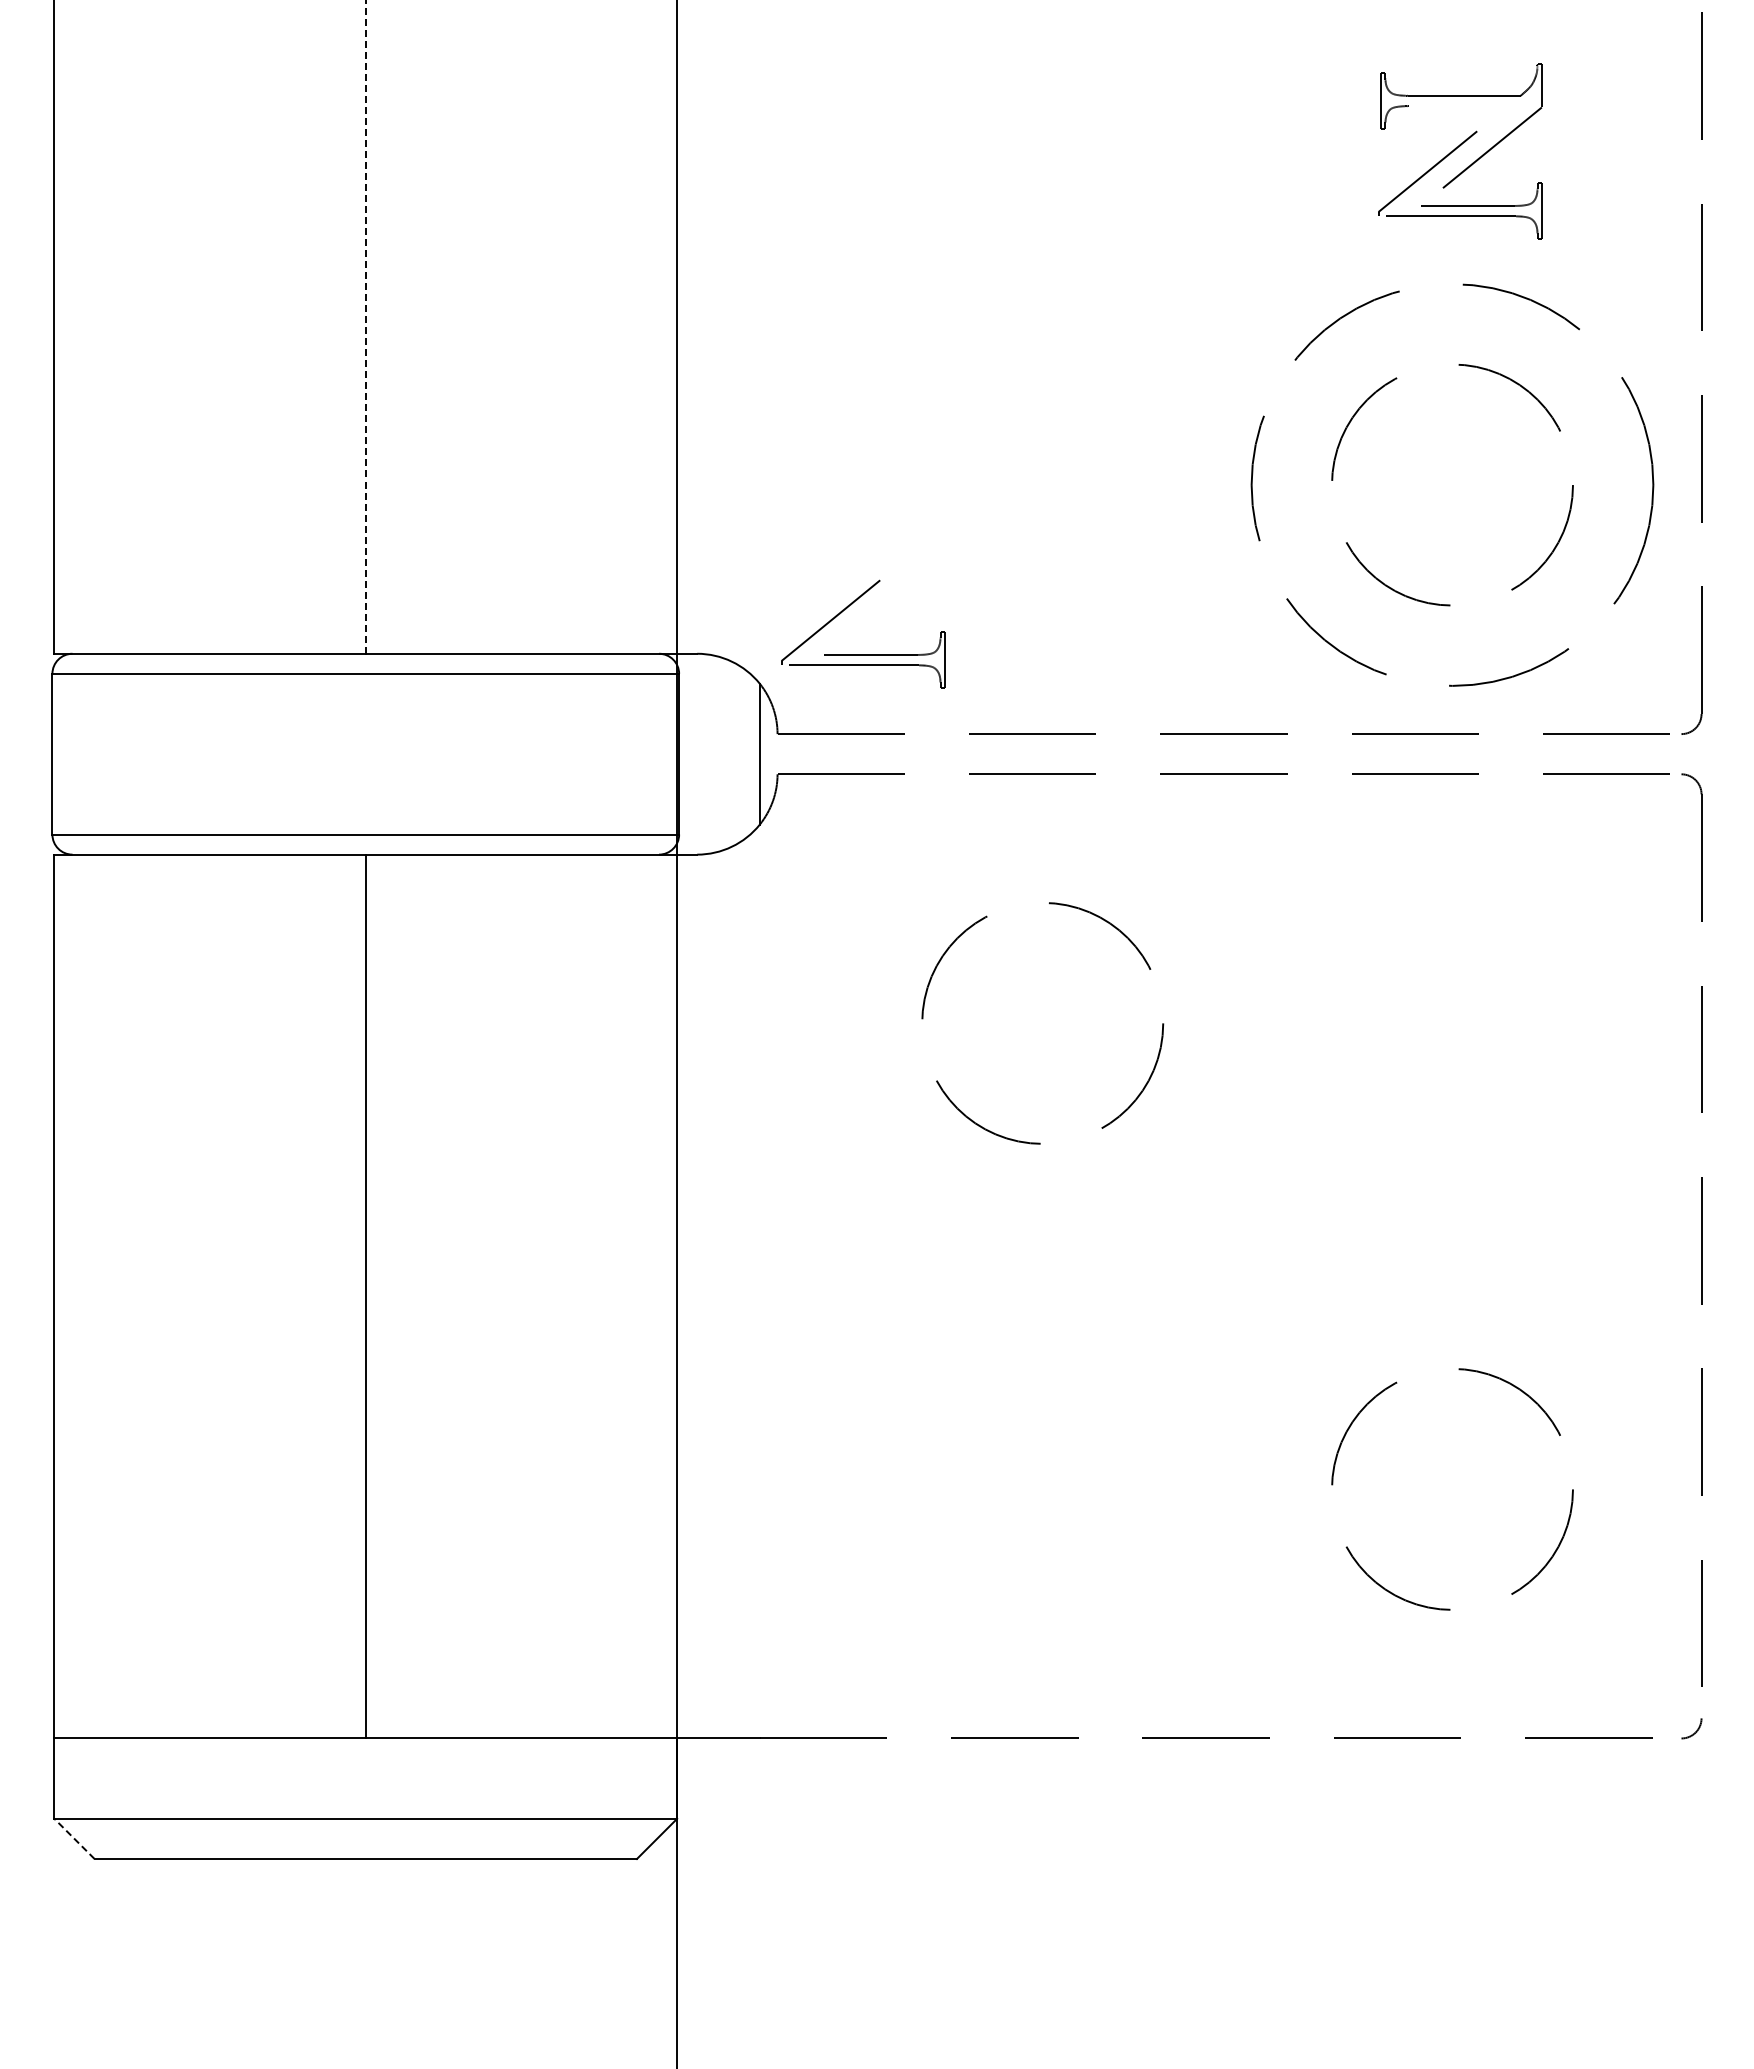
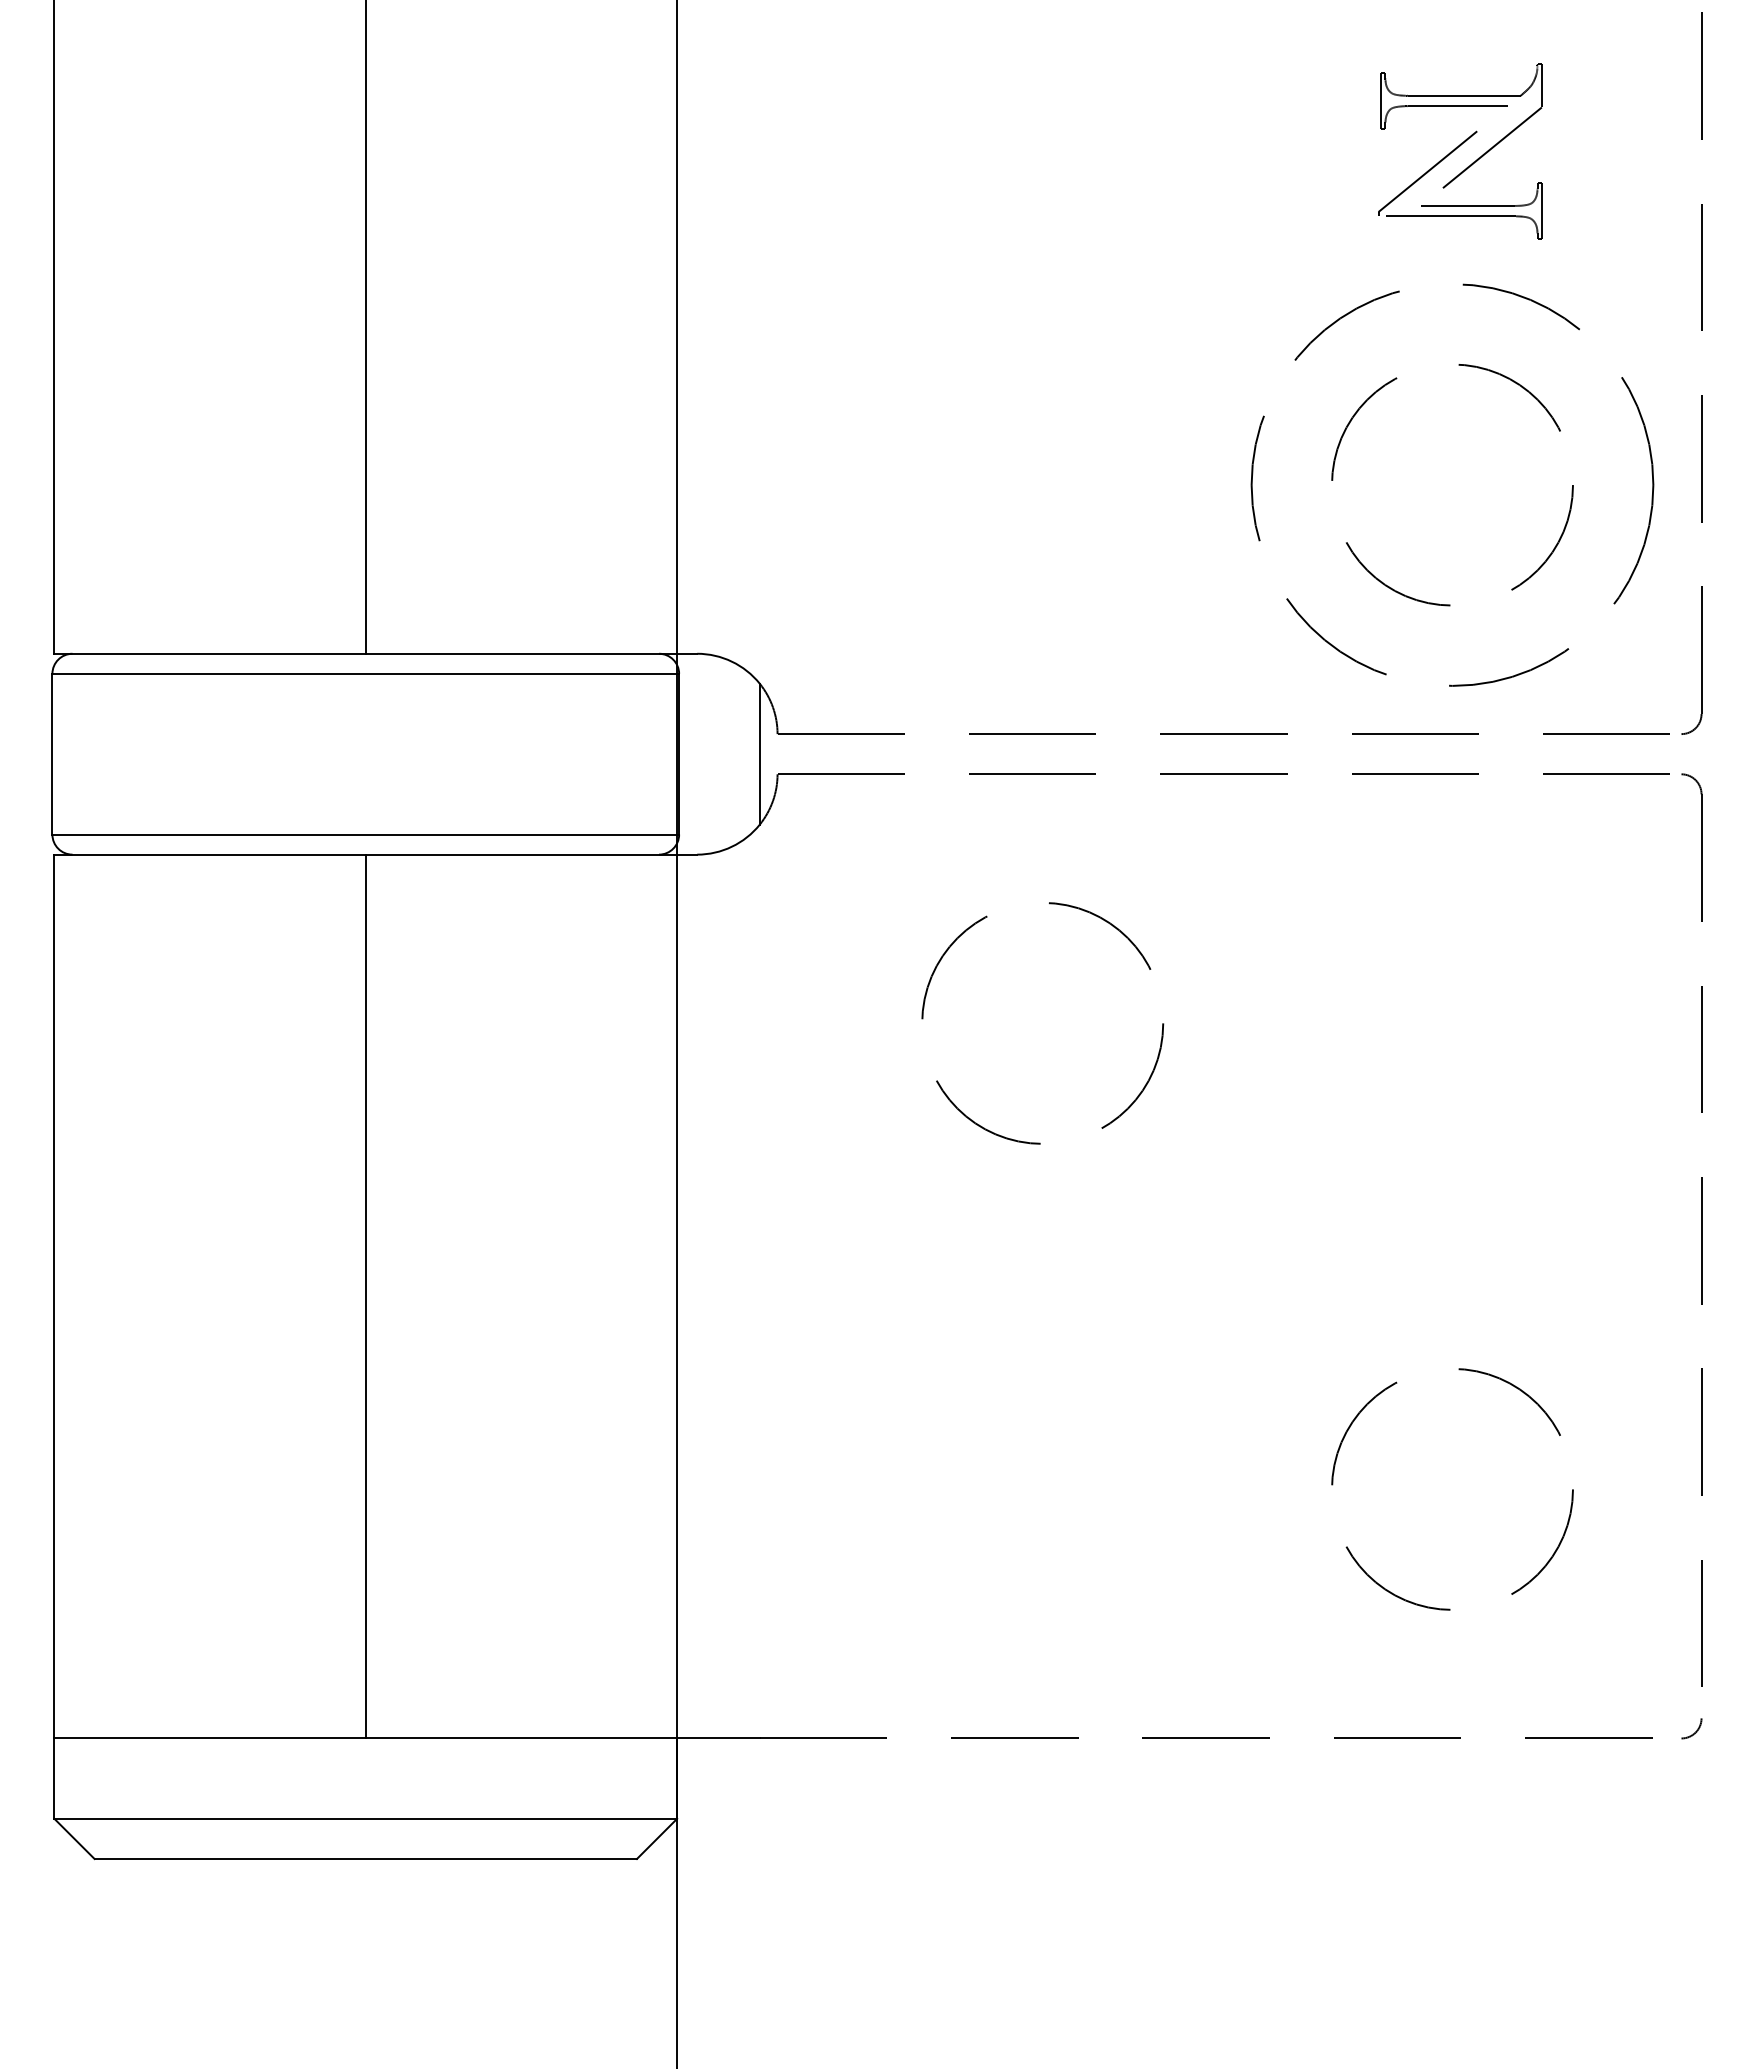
line at (1457, 106): none -> present
line at (365, 326): dashed -> solid
part at (863, 654): present -> none
line at (74, 1838): dashed -> solid
